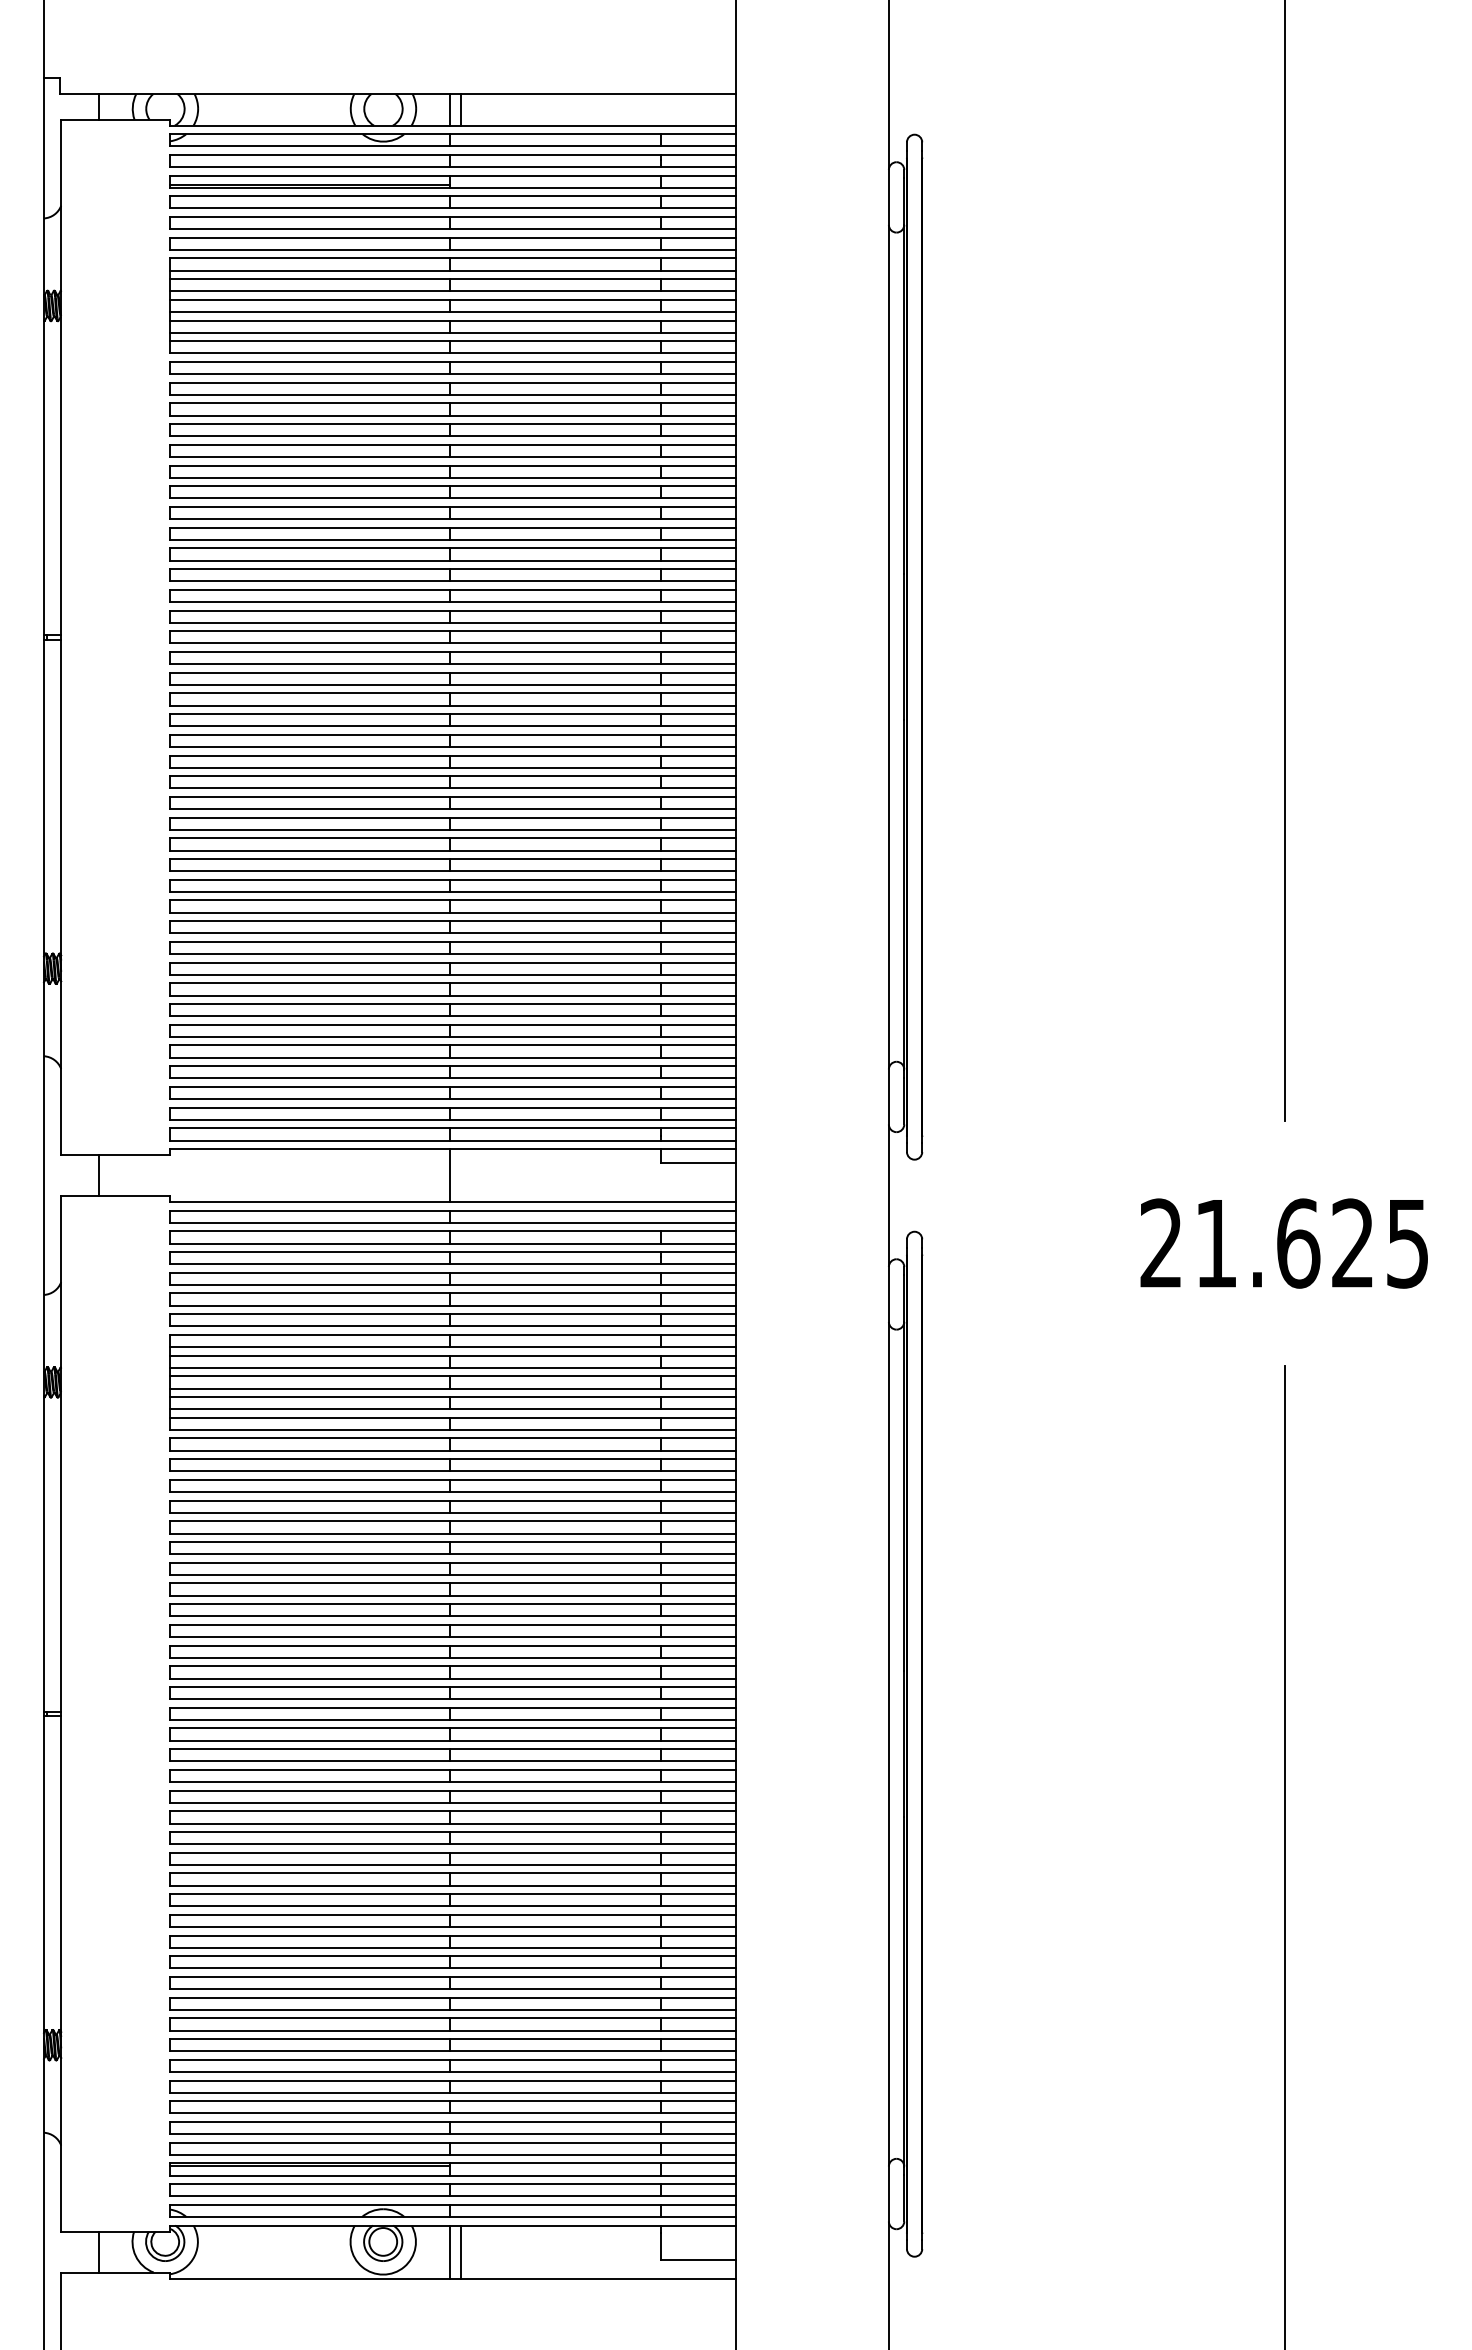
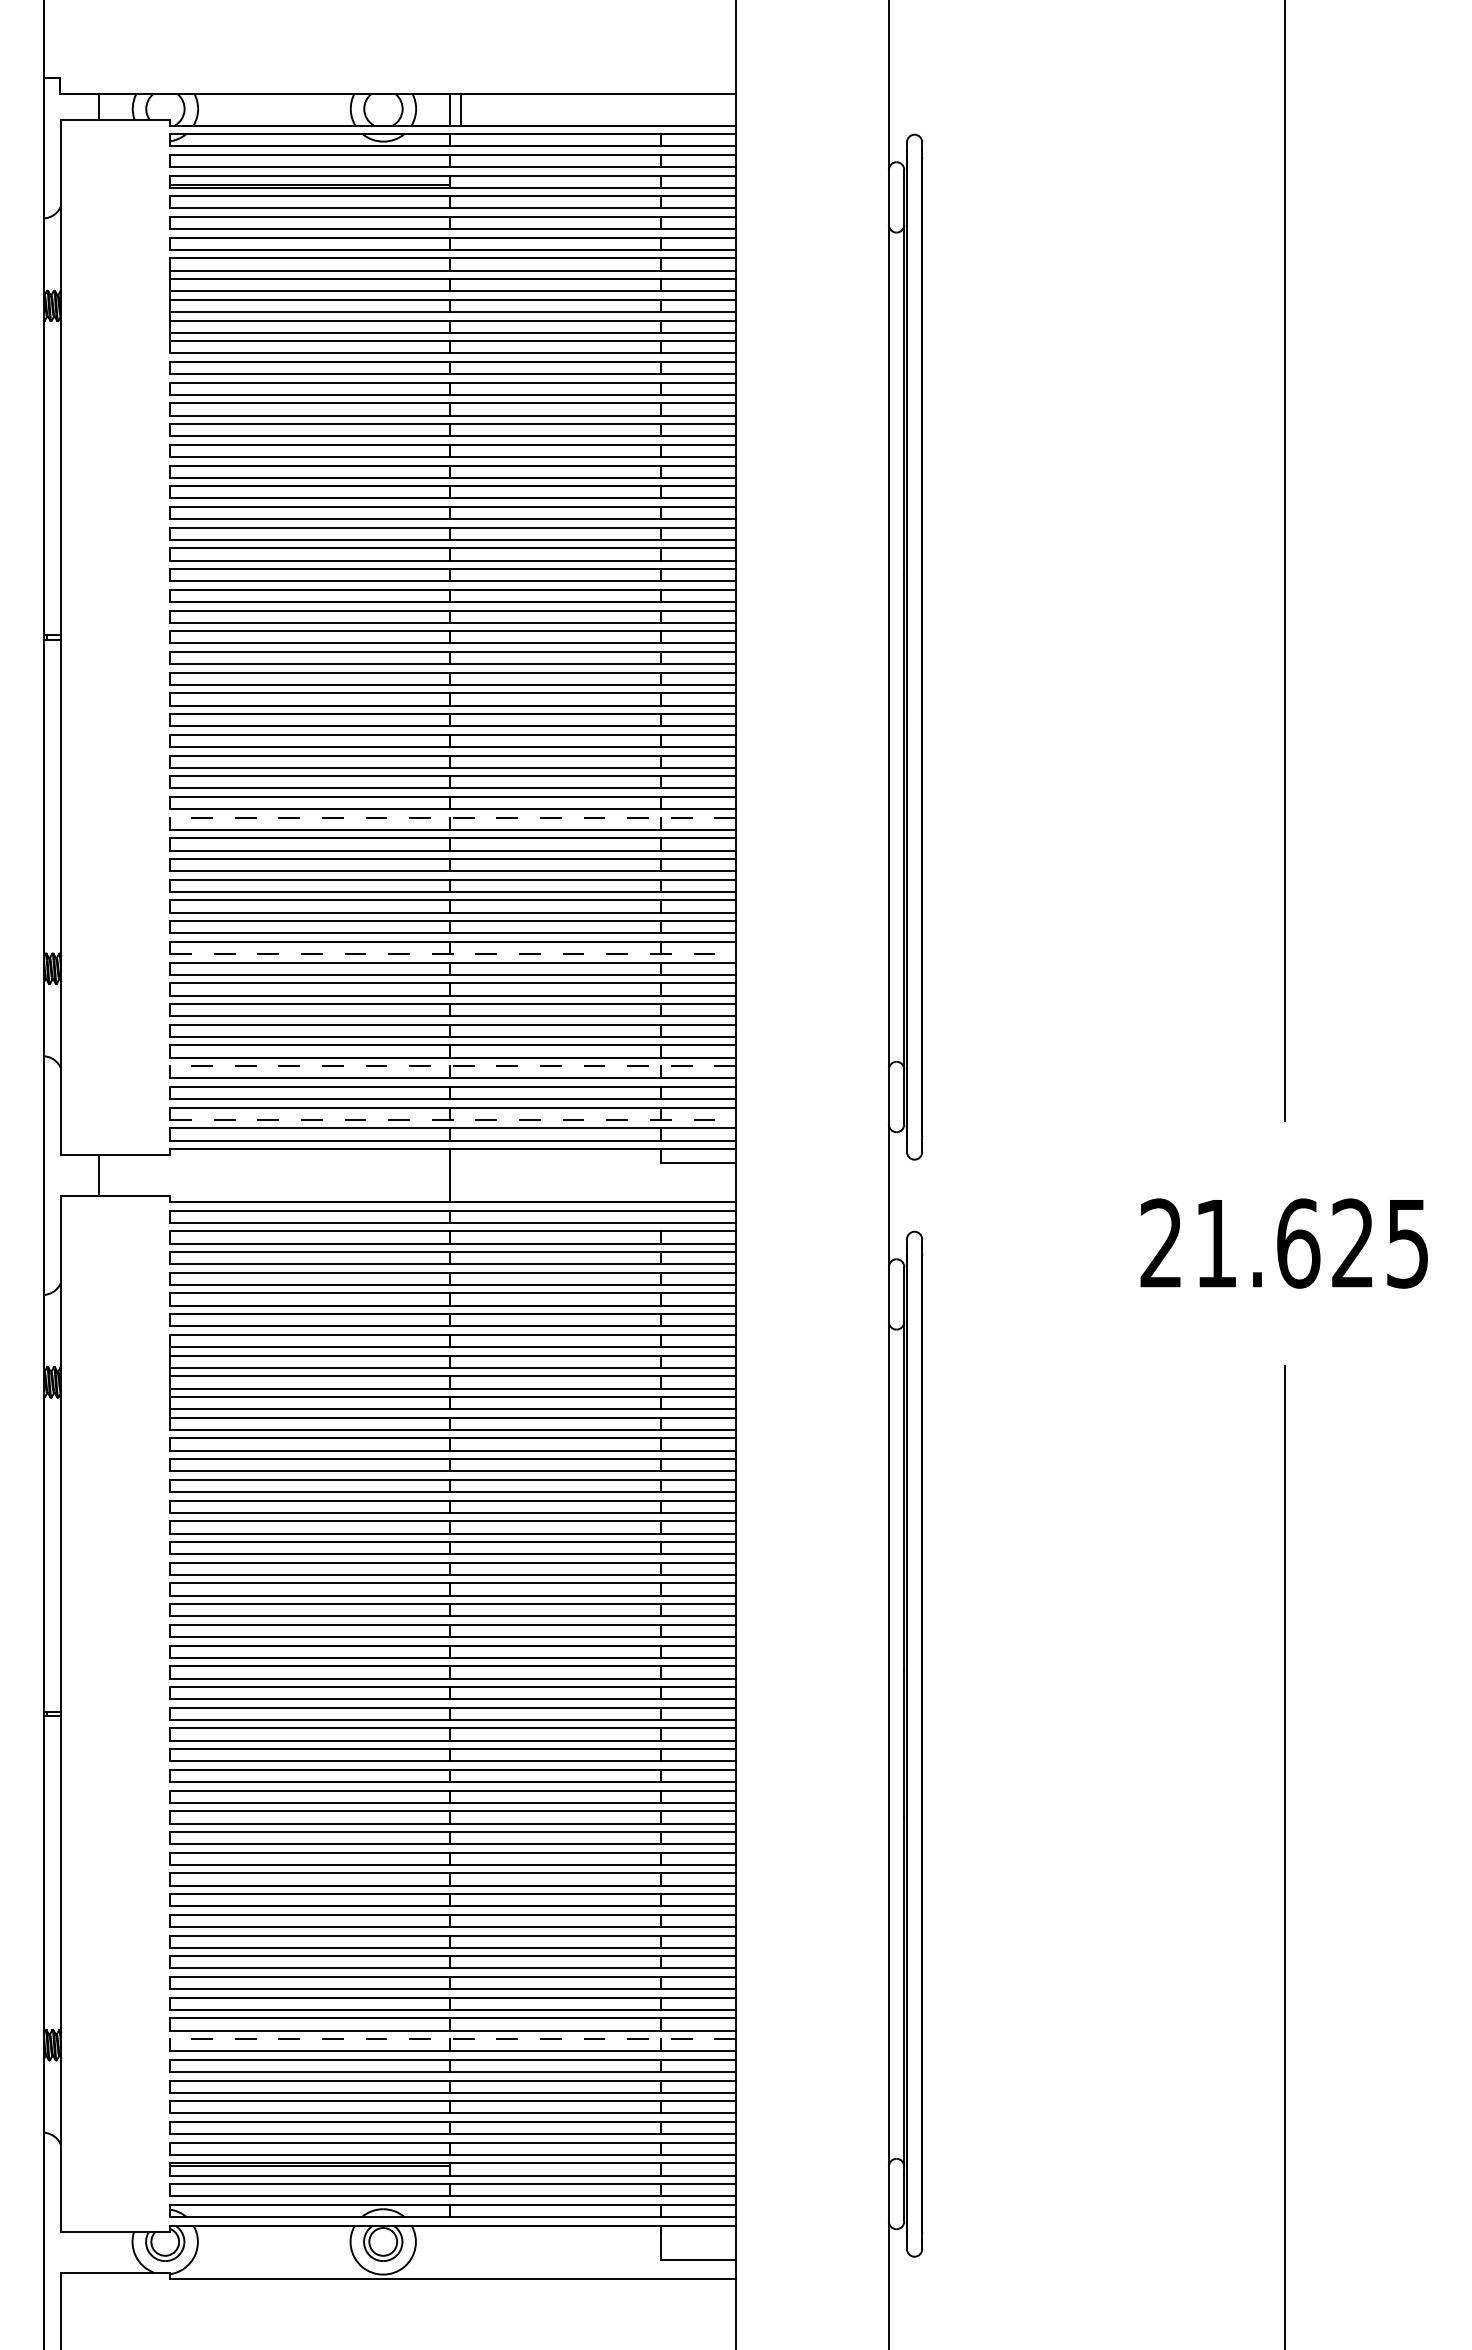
line at (453, 817): solid -> dashed
line at (453, 954): solid -> dashed
line at (453, 1066): solid -> dashed
line at (453, 1119): solid -> dashed
line at (453, 2039): solid -> dashed
line at (98, 2251): present -> none
line at (450, 2251): present -> none
line at (461, 2251): present -> none
